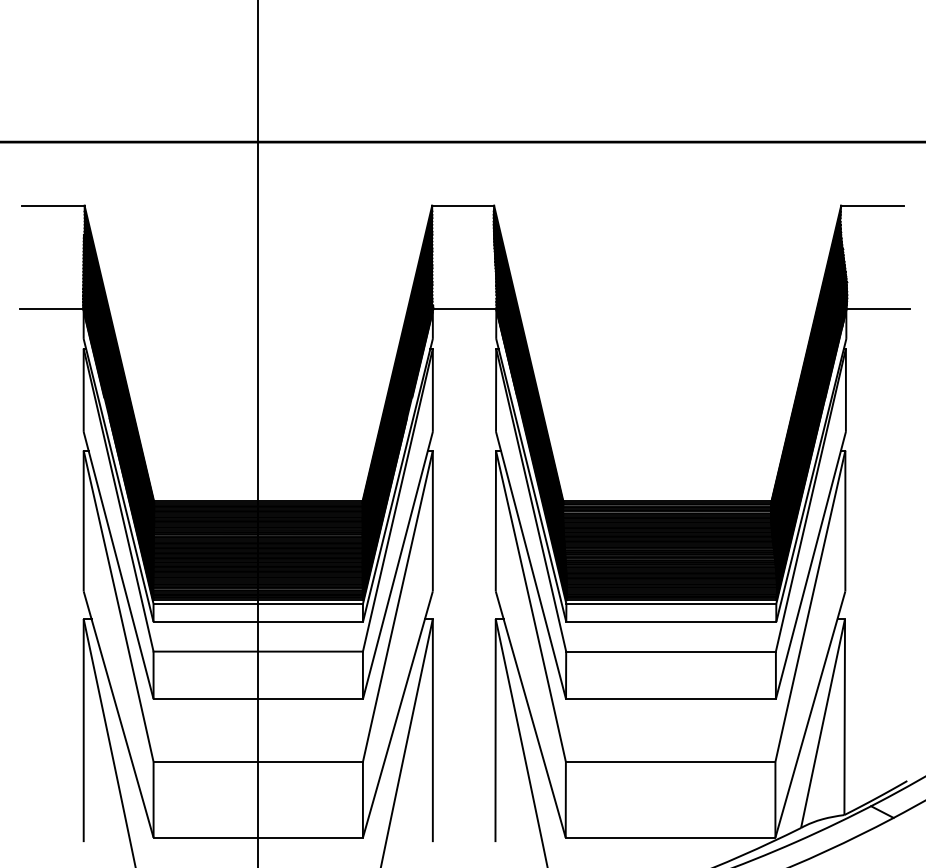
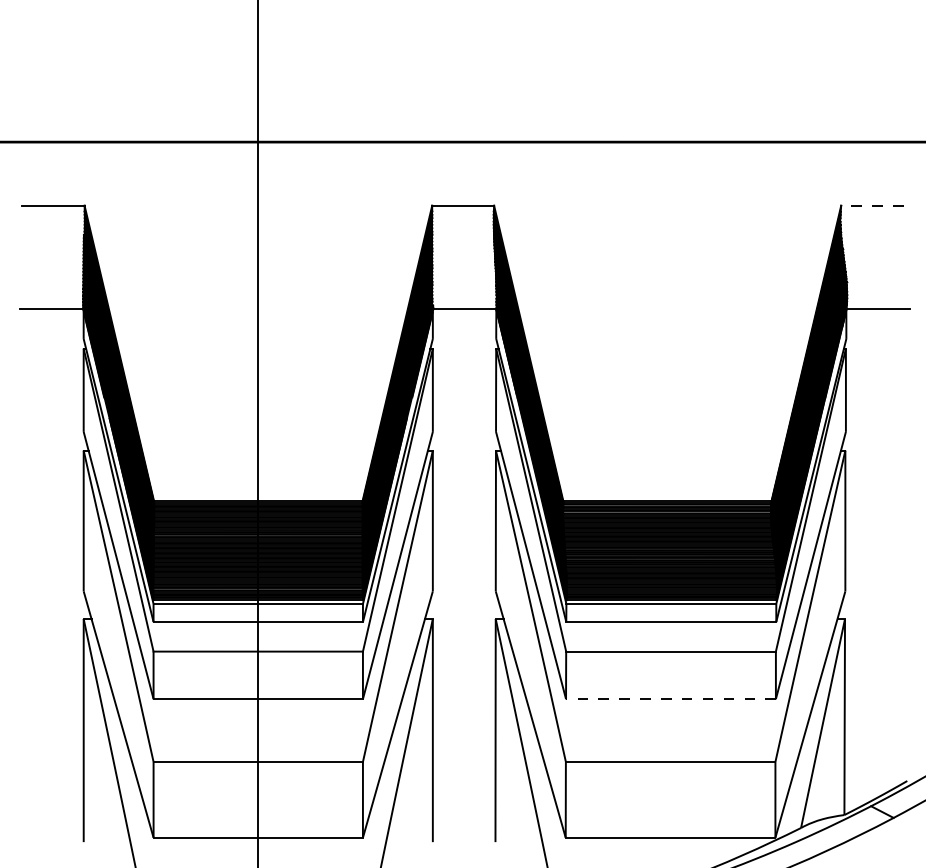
line at (871, 205): solid -> dashed
line at (670, 699): solid -> dashed
